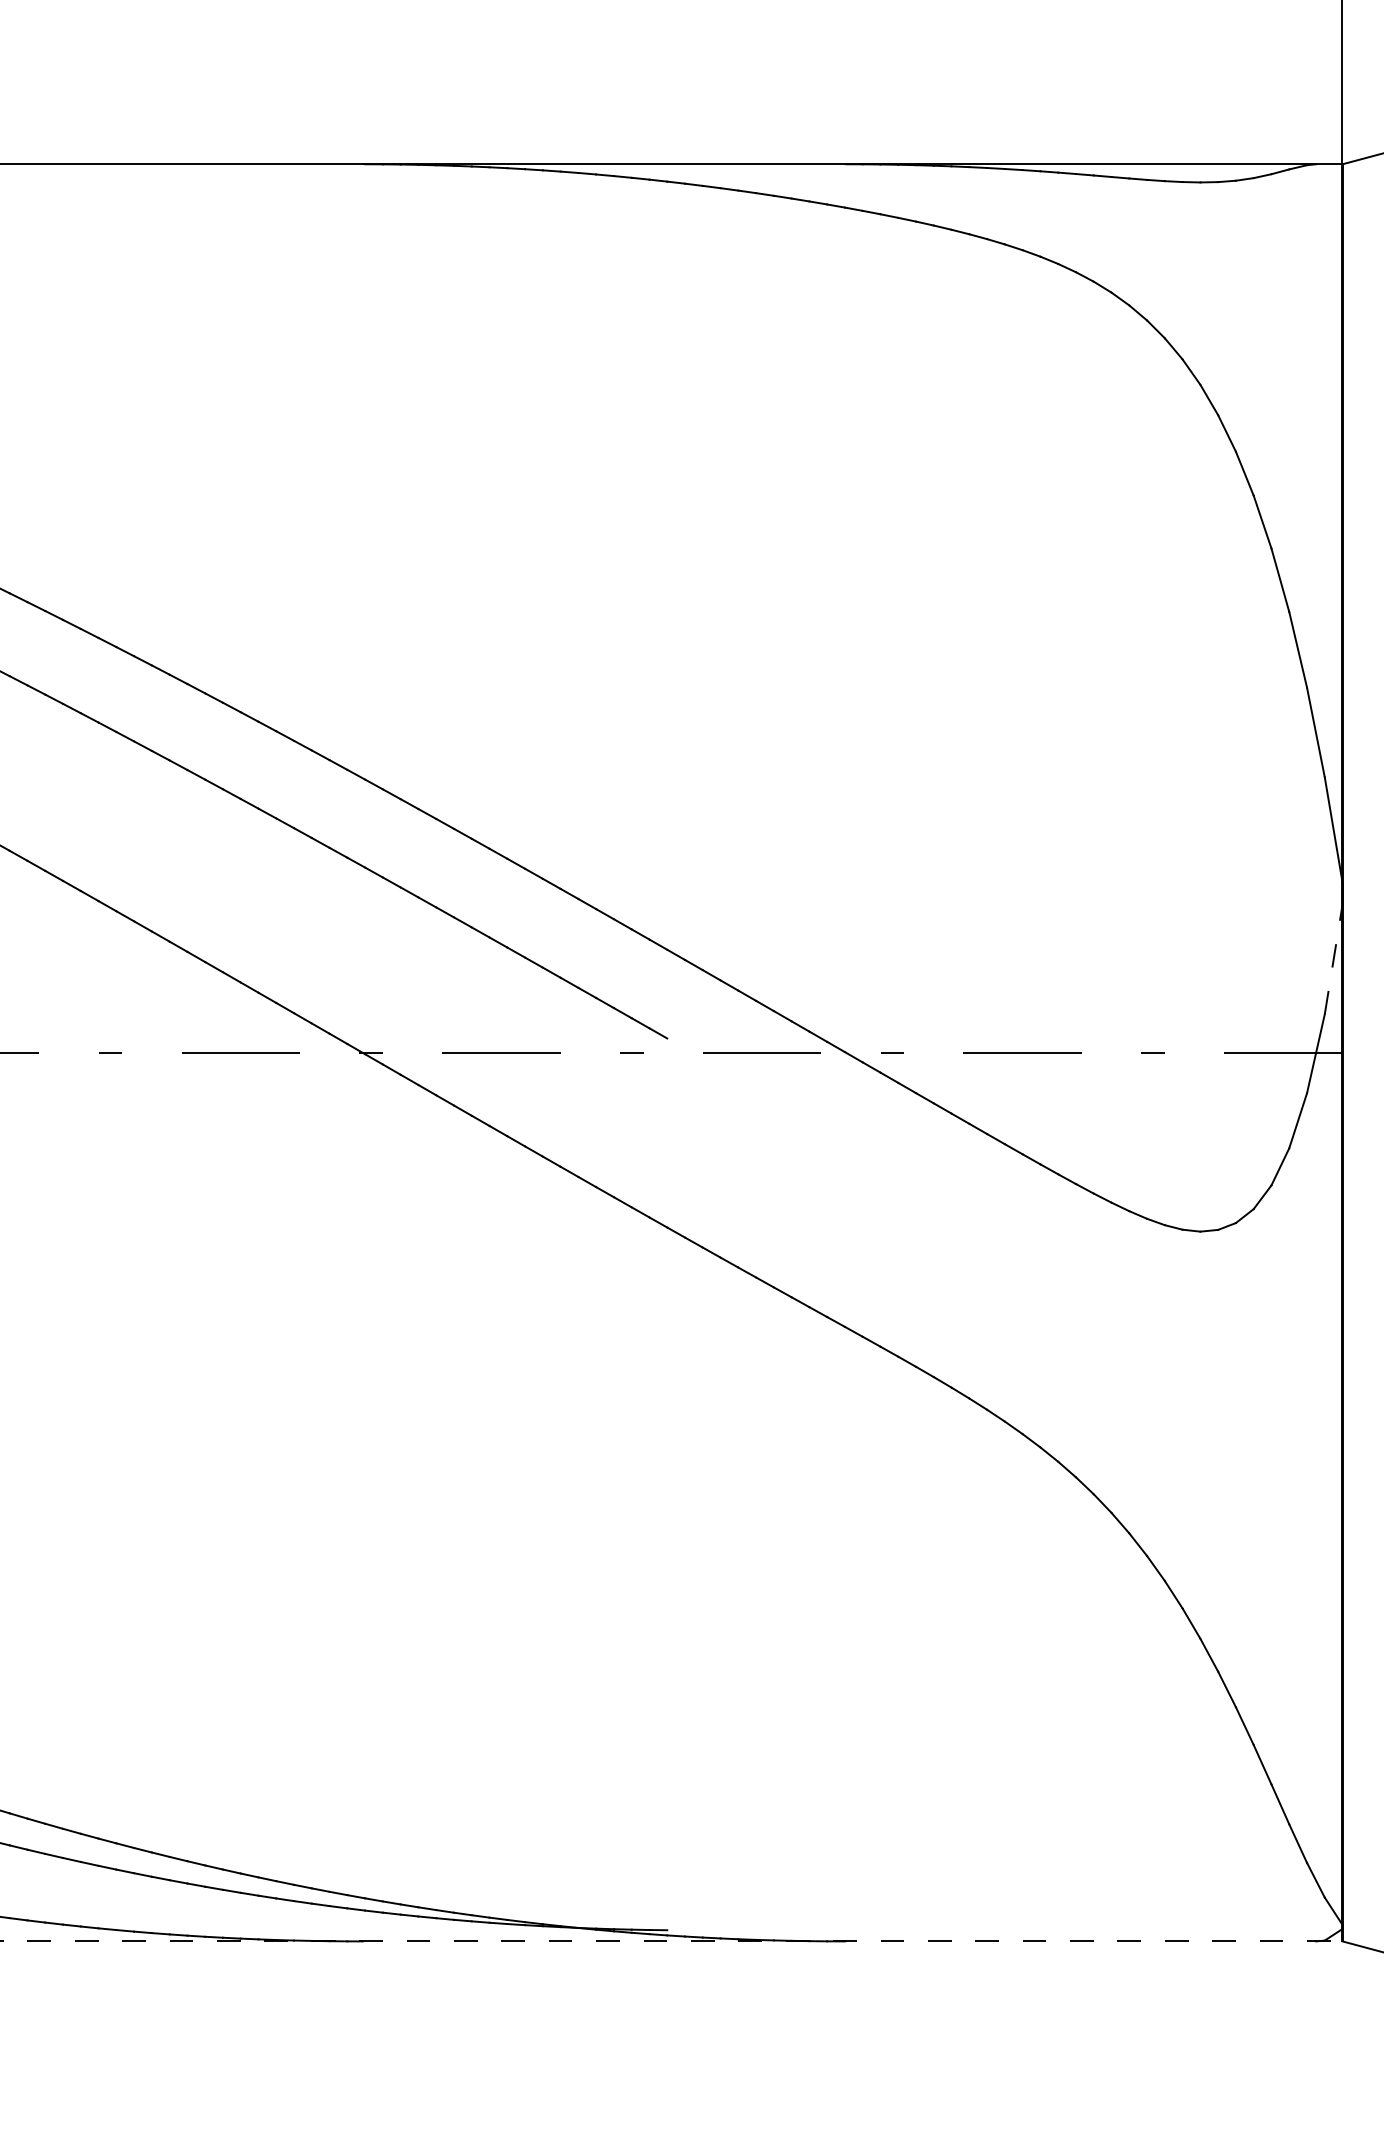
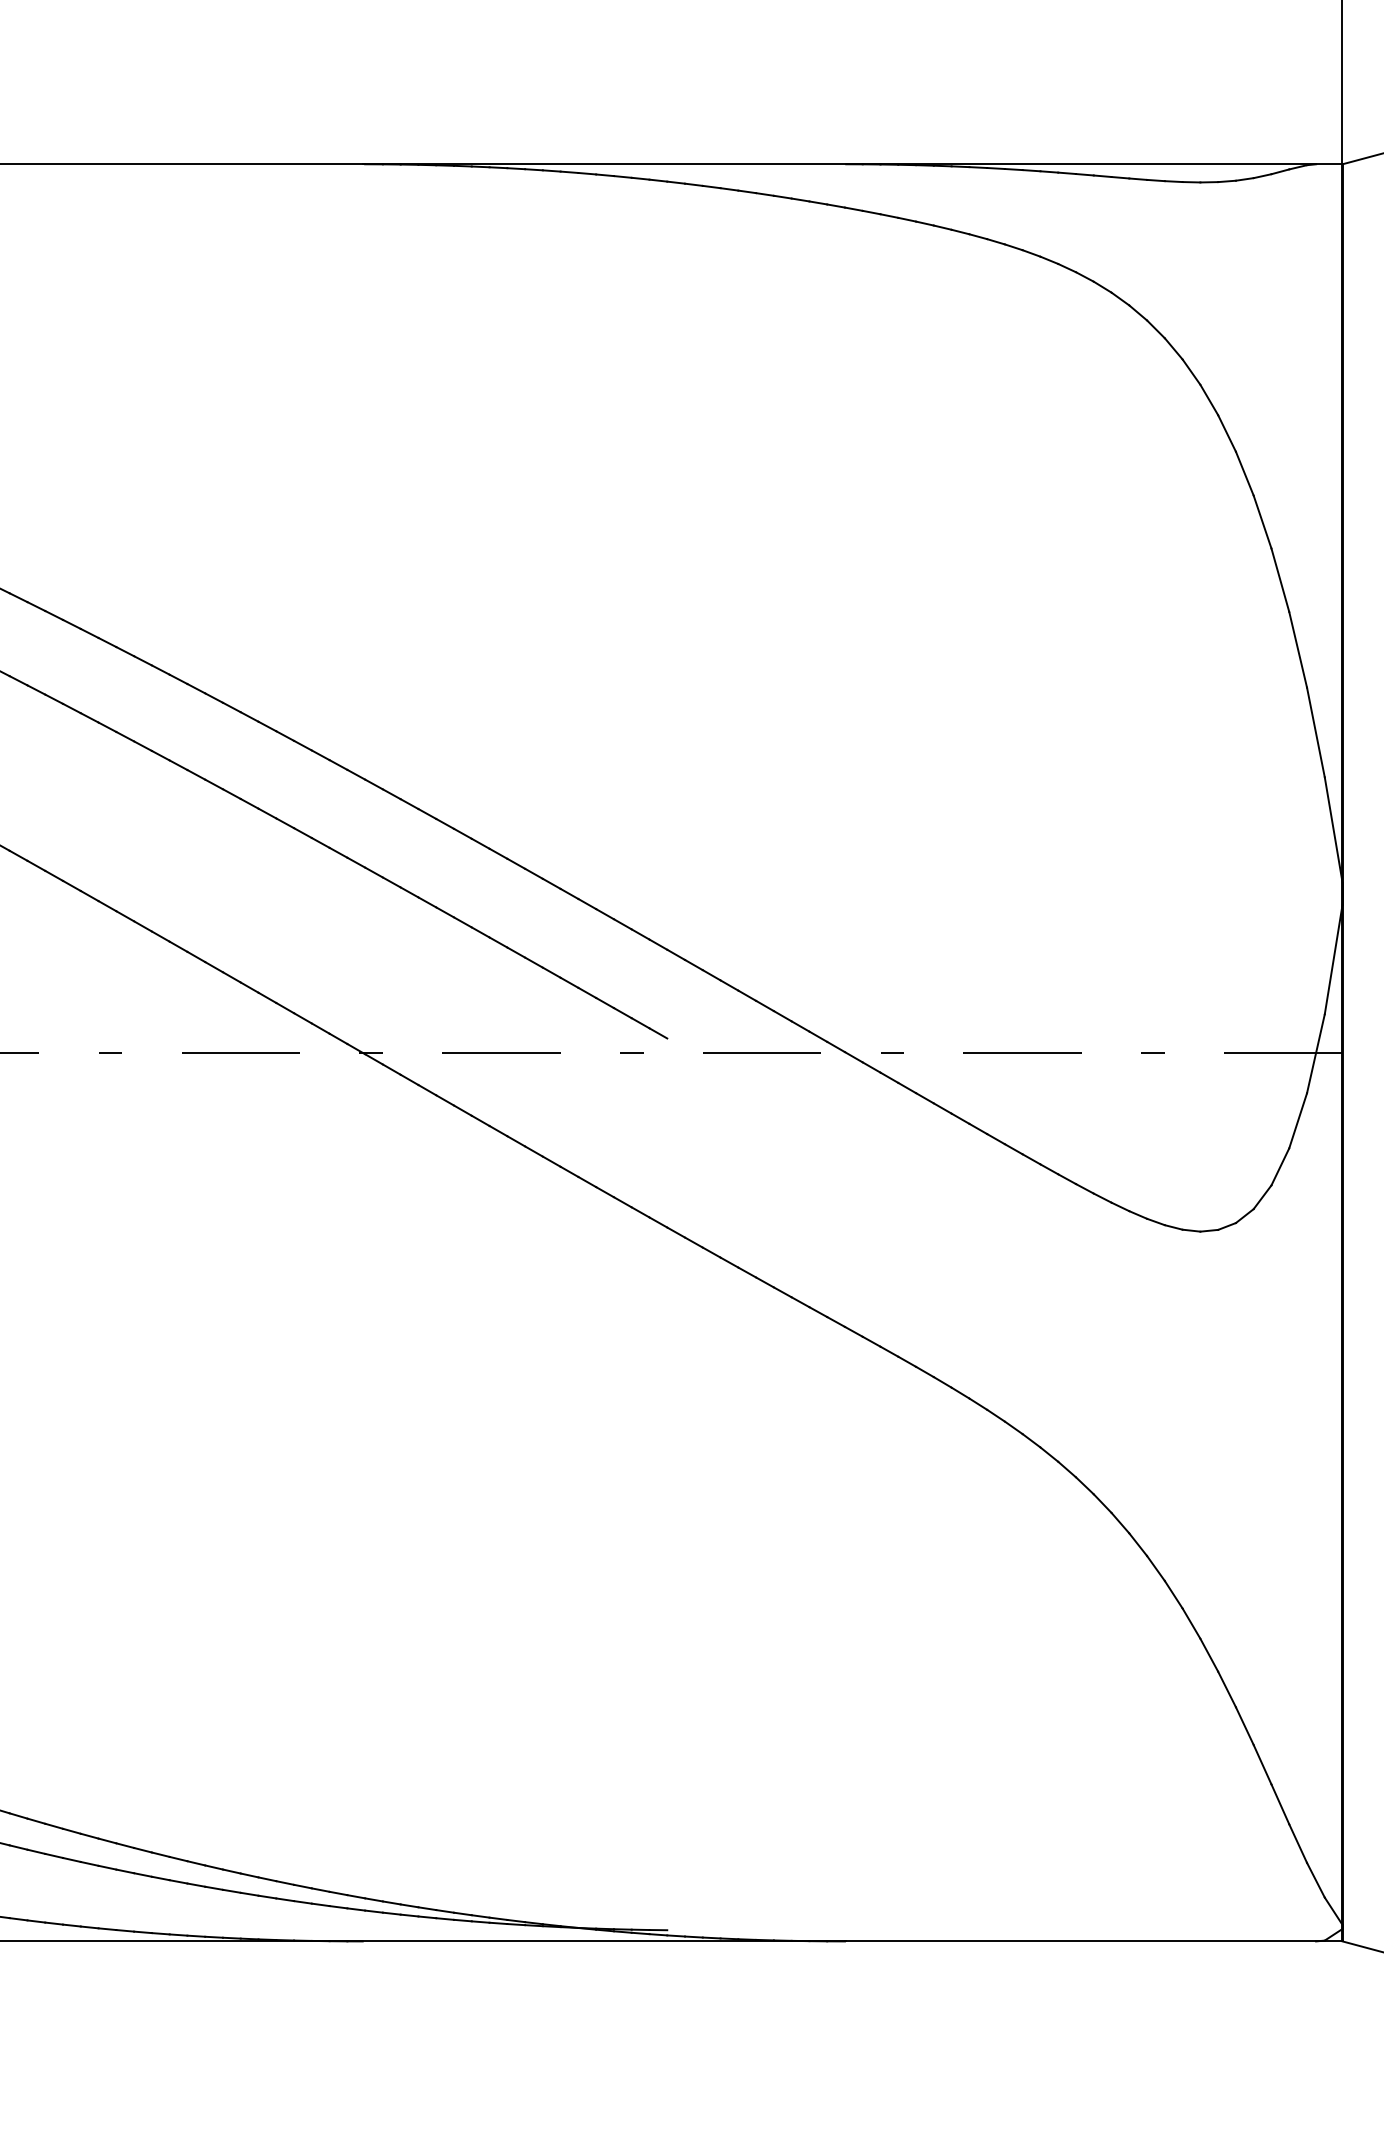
line at (1333, 959): dashed -> solid
line at (671, 1941): dashed -> solid
